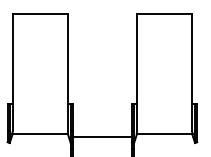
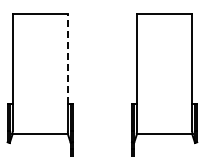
line at (67, 59): solid -> dashed
line at (101, 136): present -> none
